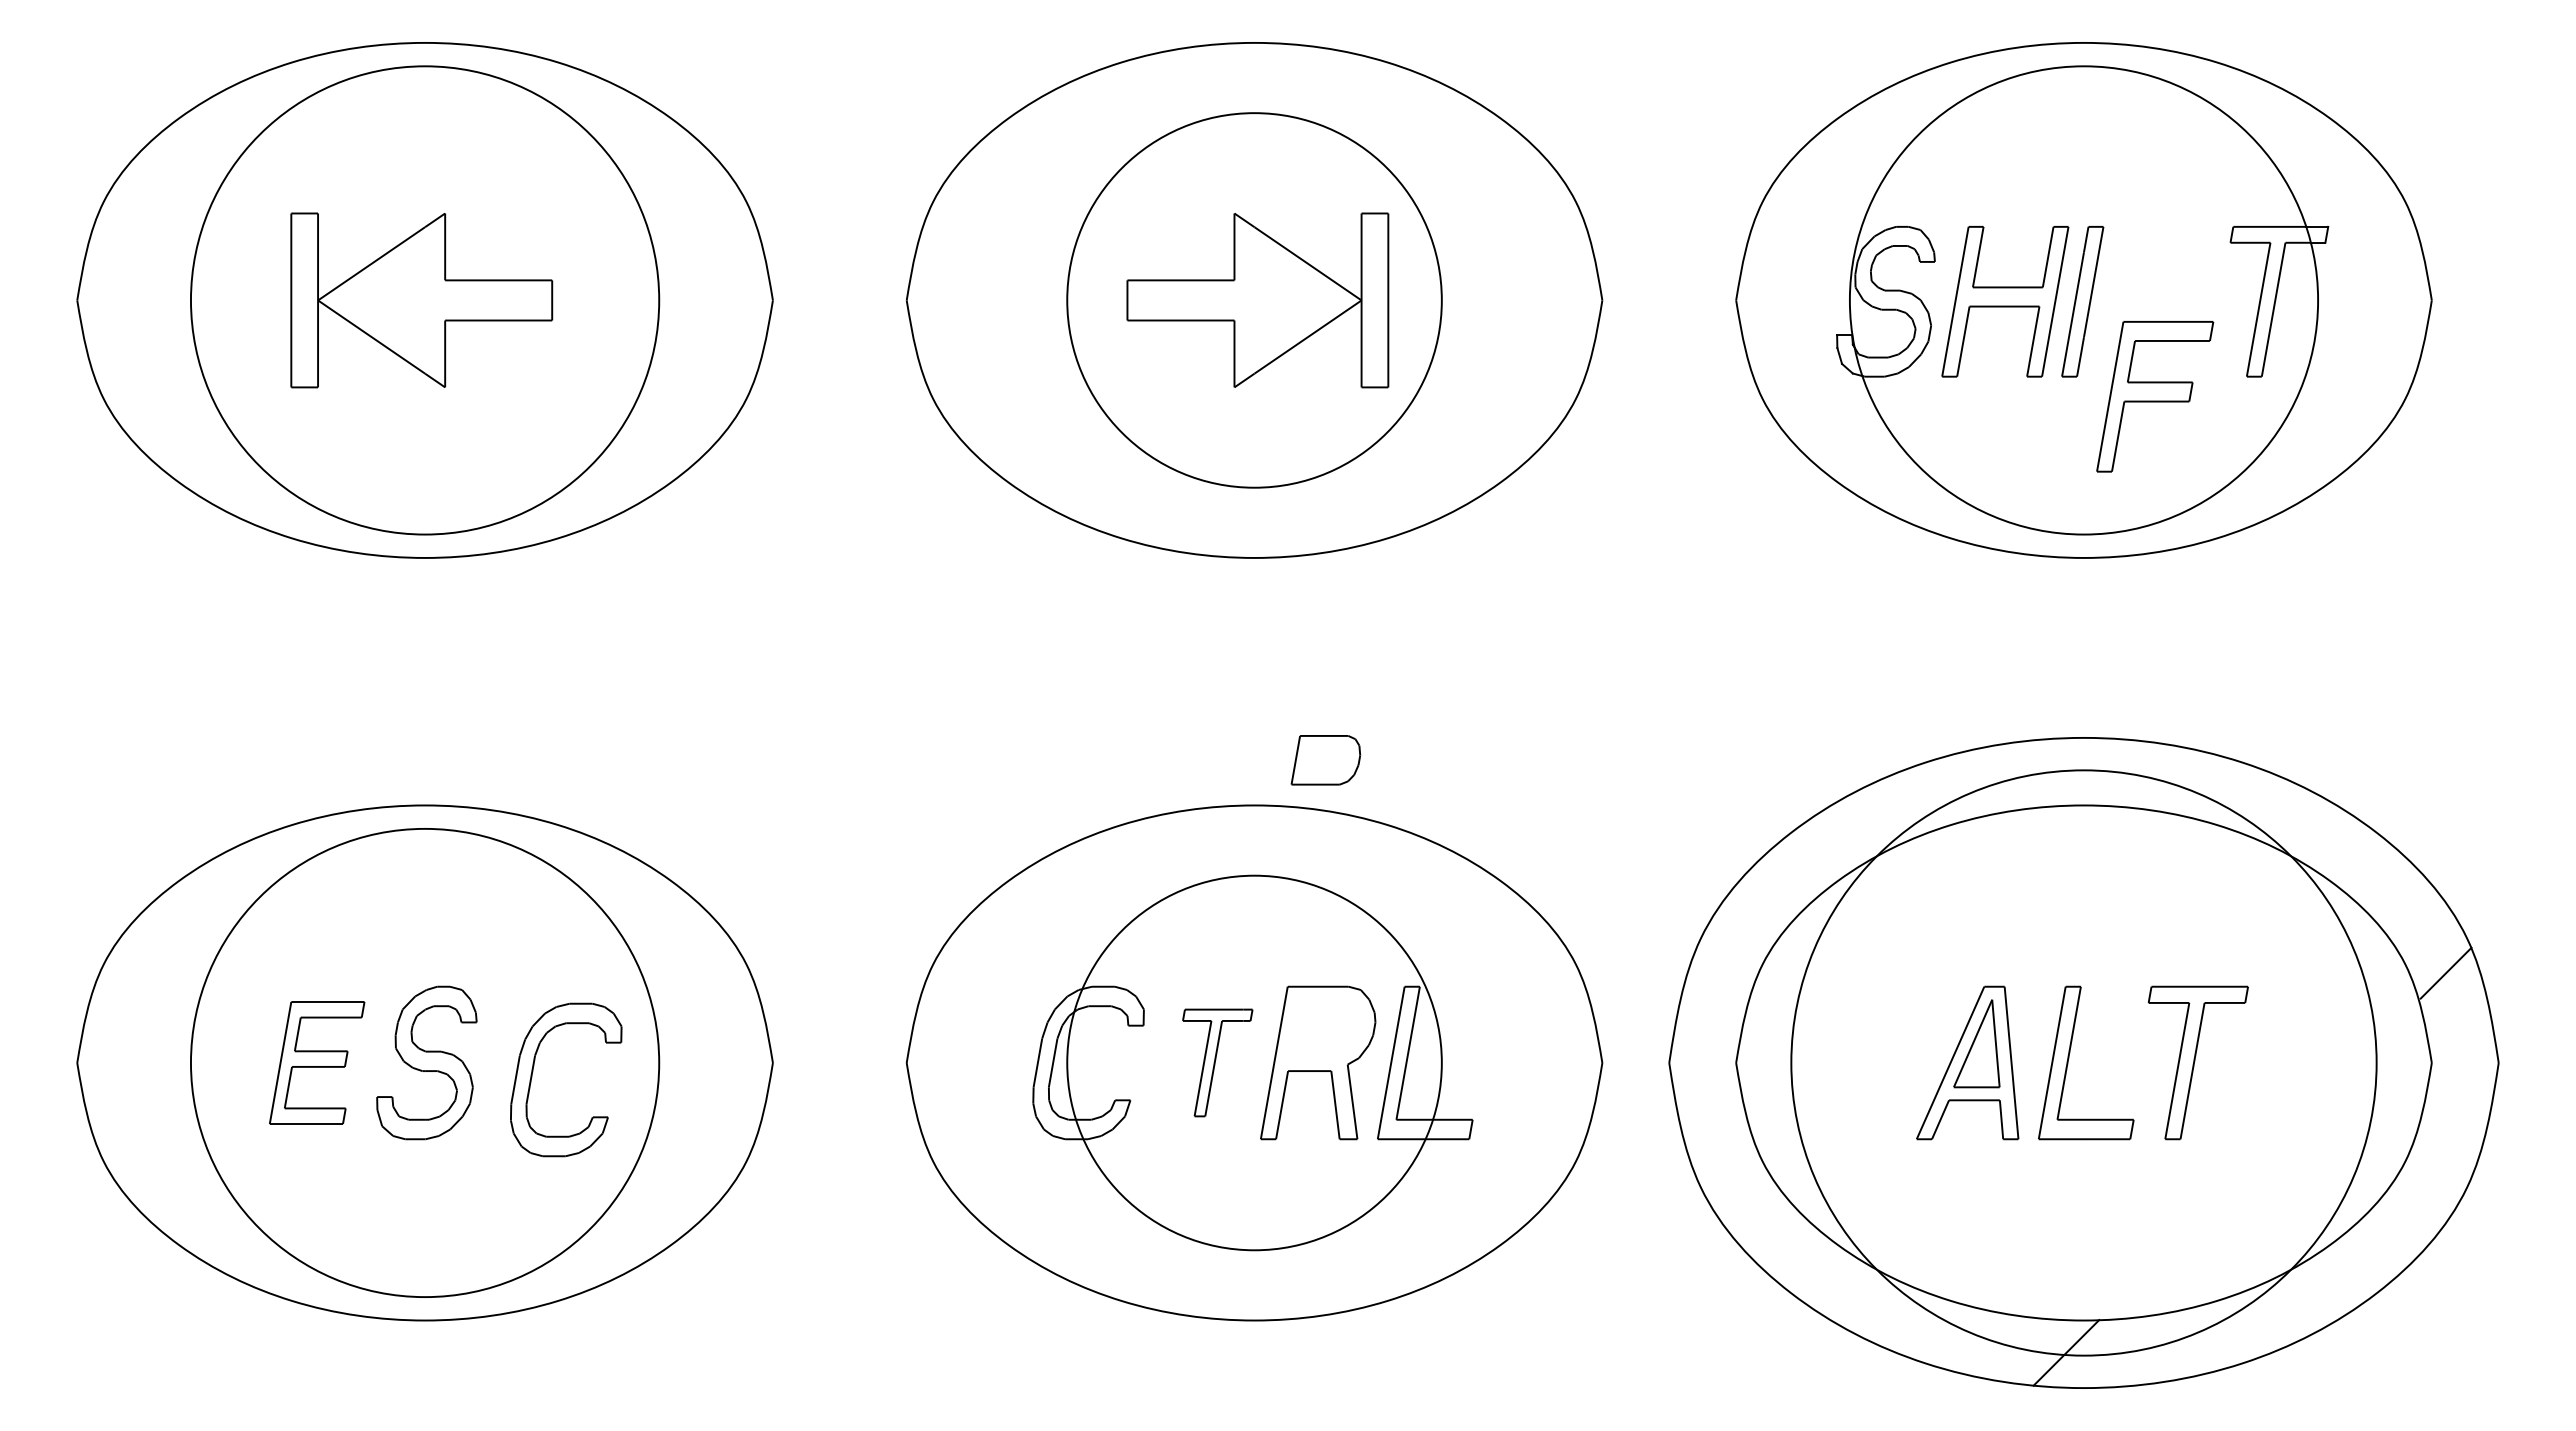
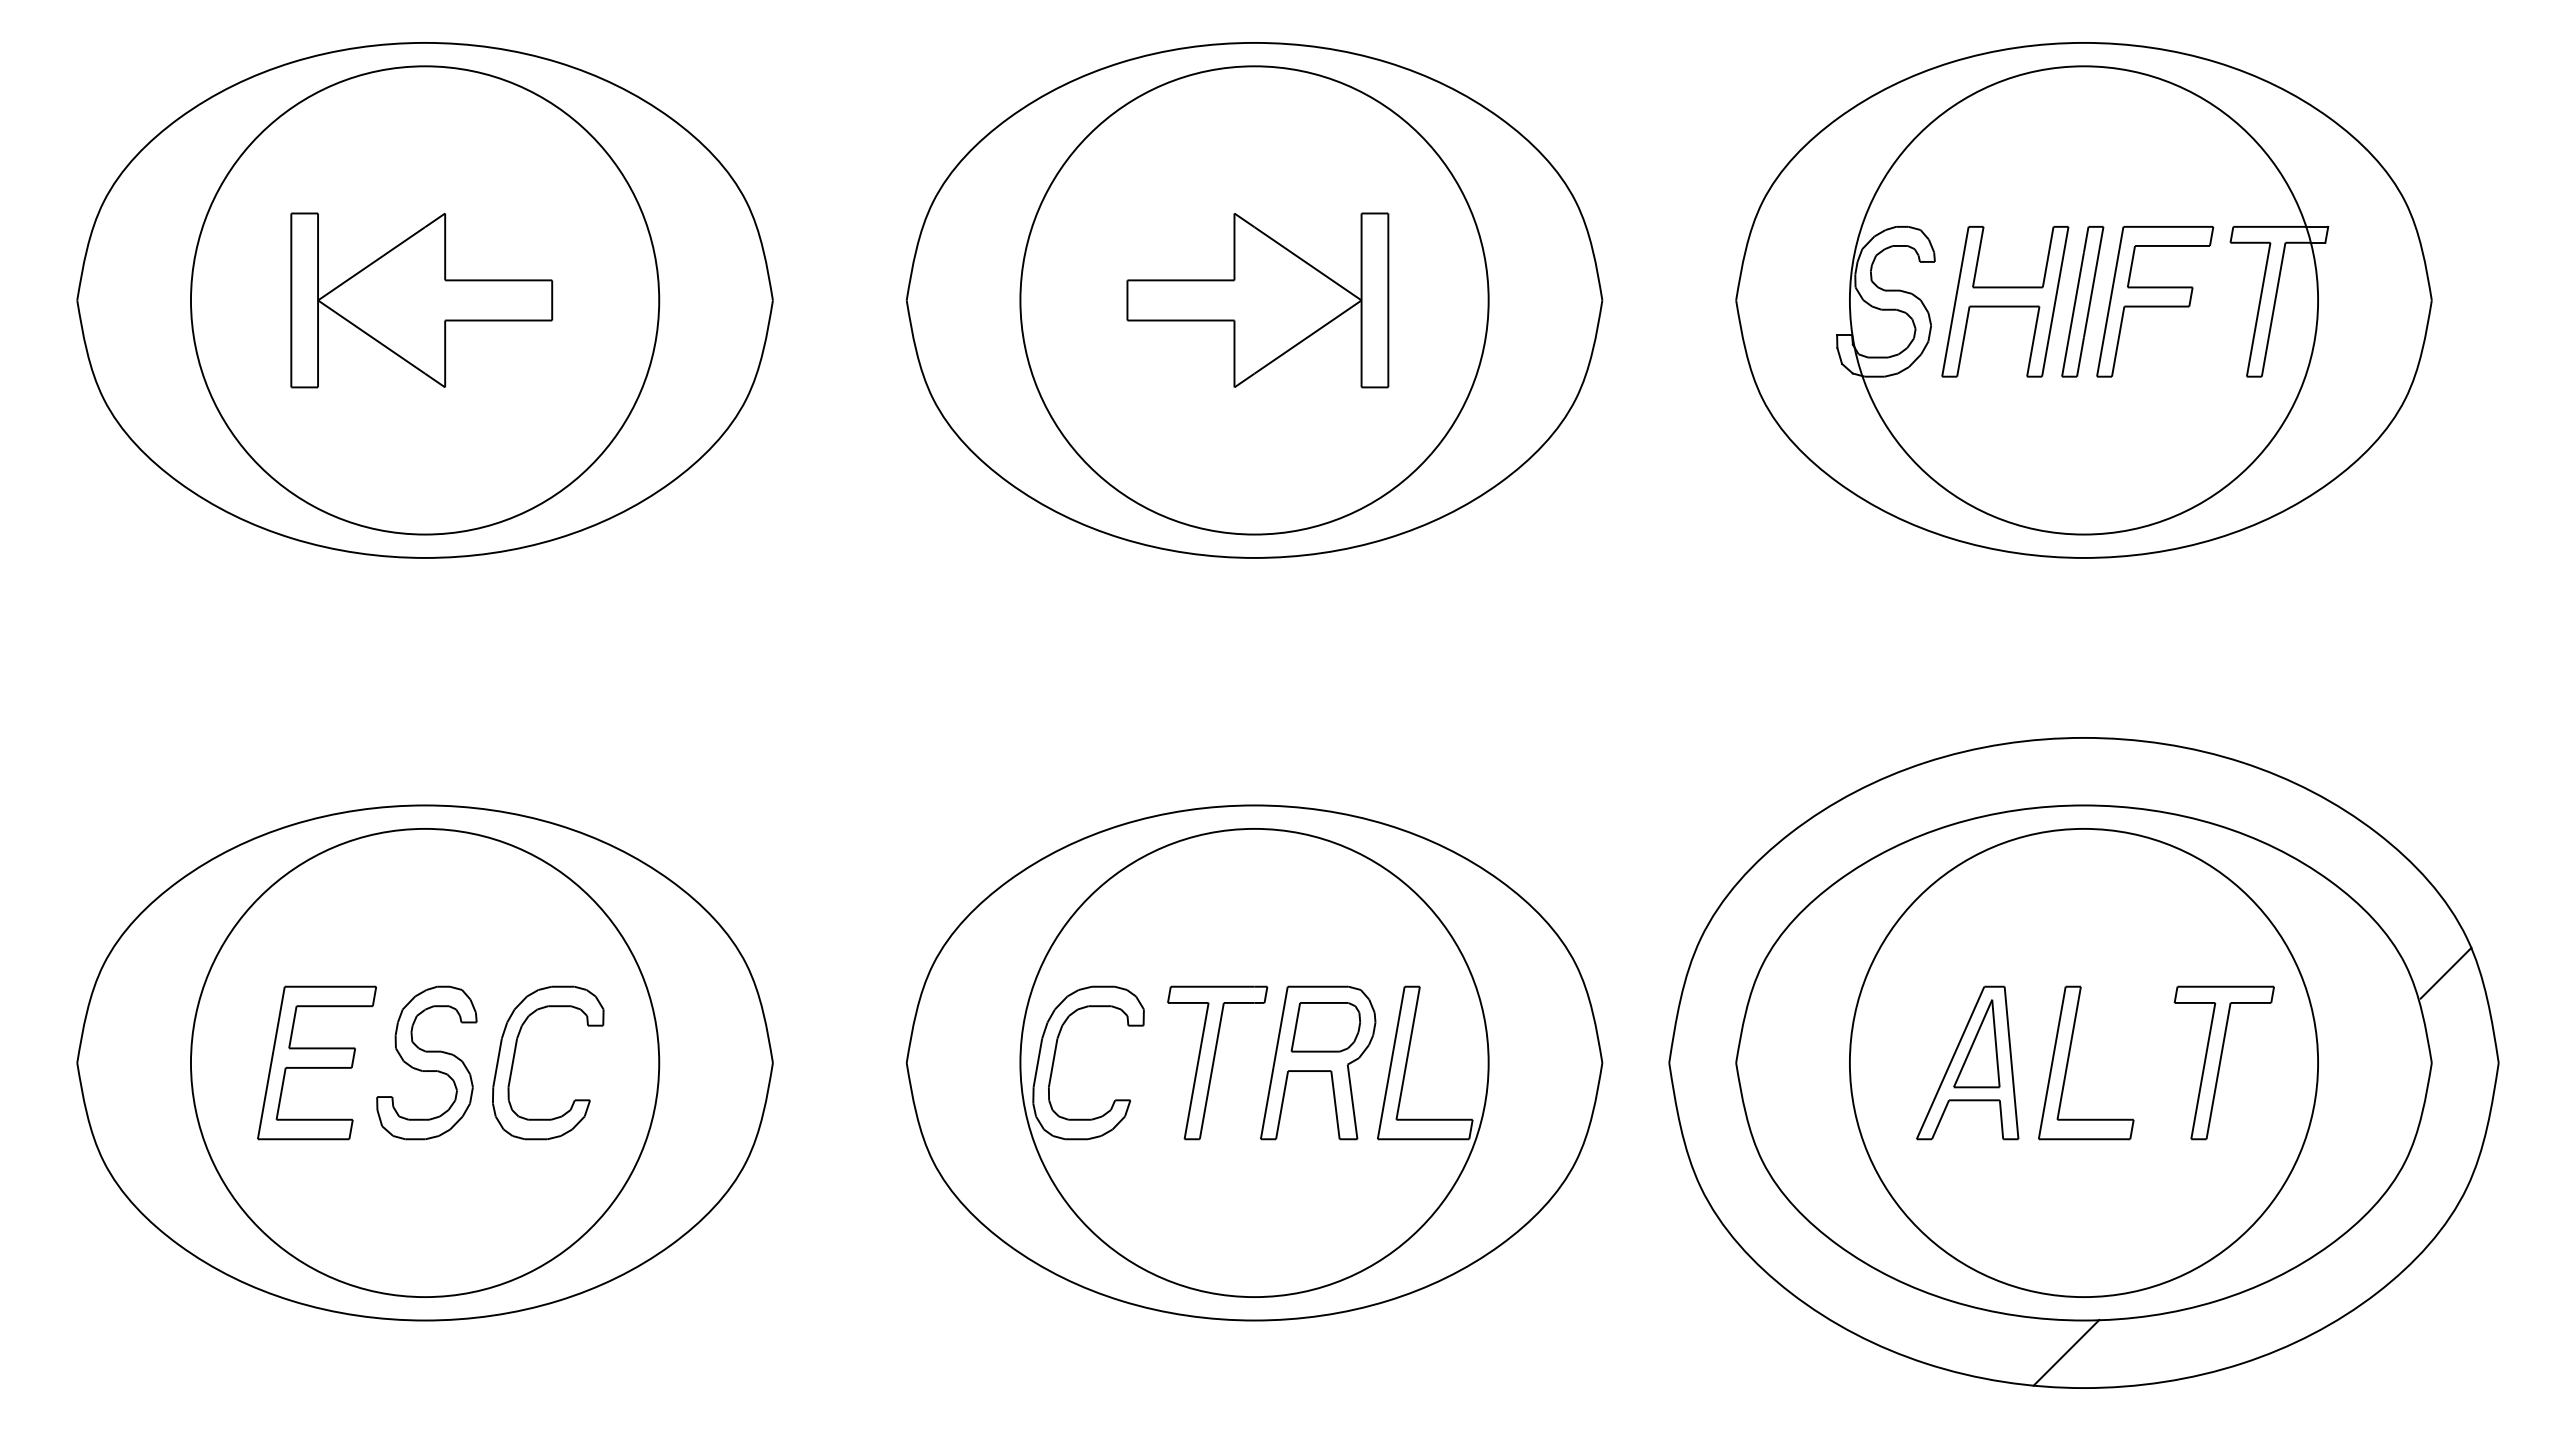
circle at (1254, 300) diameter: 375 px -> 468 px
part at (2155, 396) position: (2155, 396) -> (2155, 301)
part at (1325, 760) position: (1325, 760) -> (1325, 1027)
part at (317, 1062) size: 97x124 px -> 121x156 px
part at (1217, 1062) size: 72x110 px -> 102x156 px
circle at (1254, 1062) diameter: 375 px -> 468 px
circle at (2083, 1062) diameter: 585 px -> 468 px
part at (2197, 1062) position: (2197, 1062) -> (2223, 1062)
part at (533, 1071) position: (533, 1071) -> (515, 1054)
